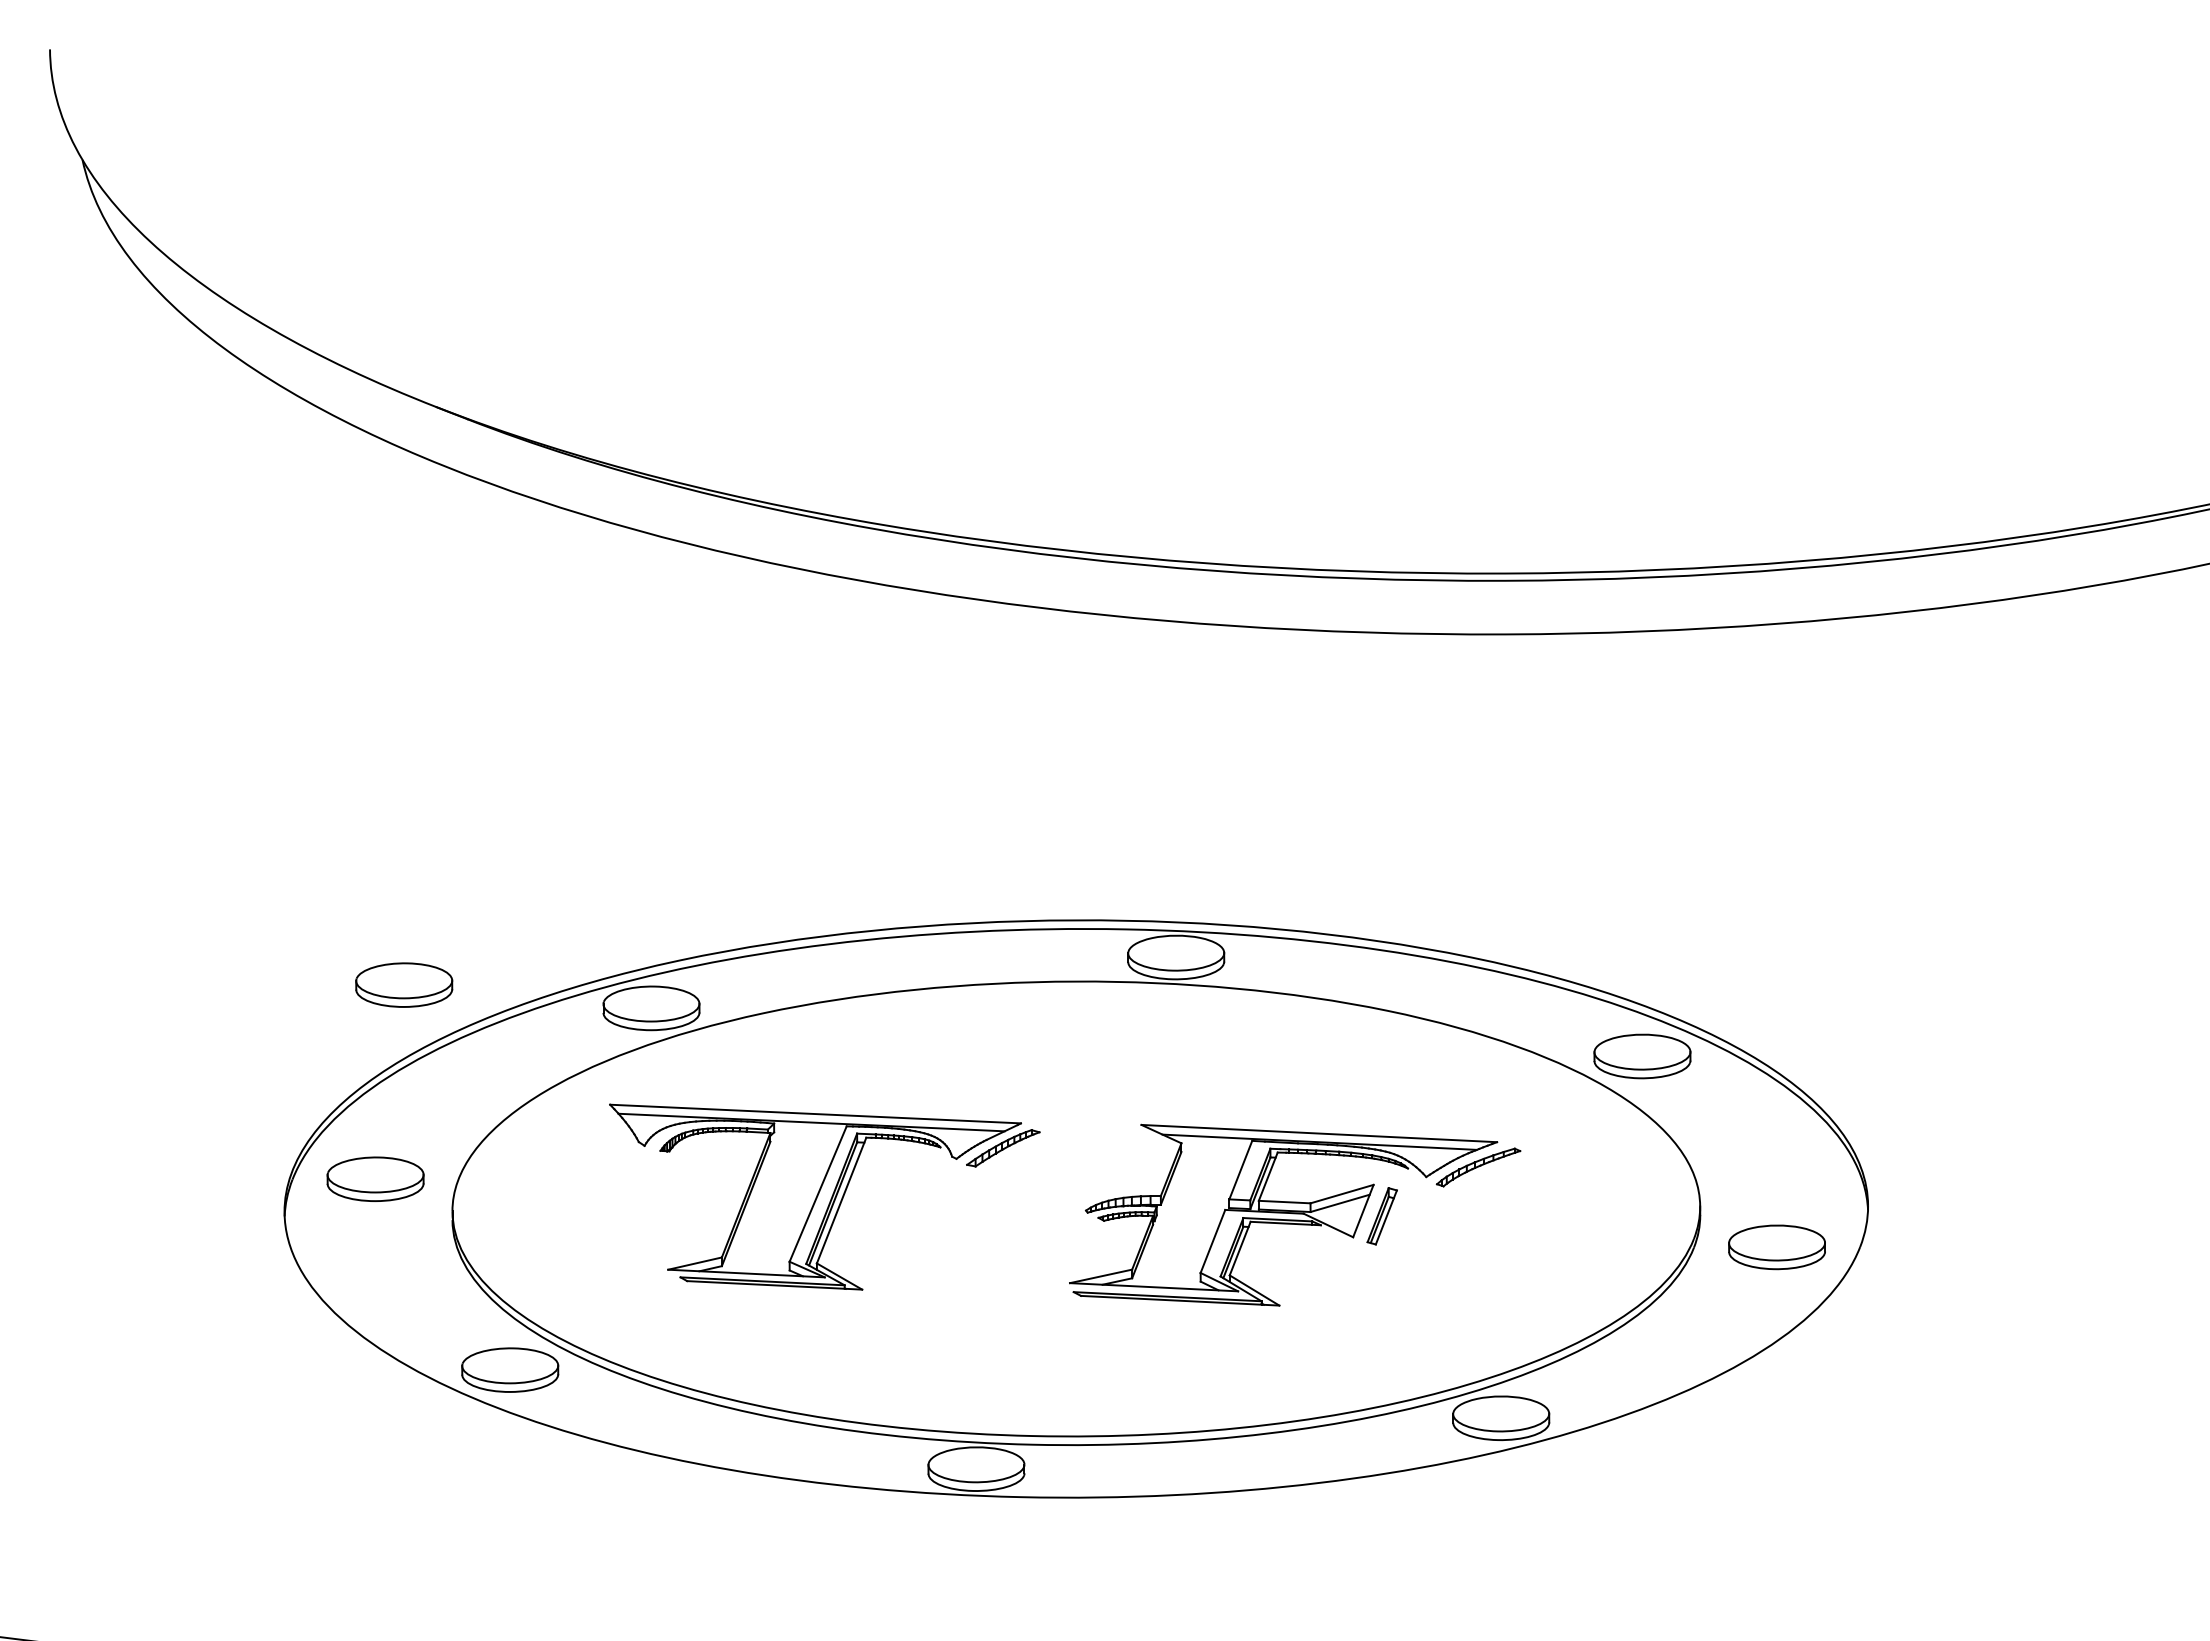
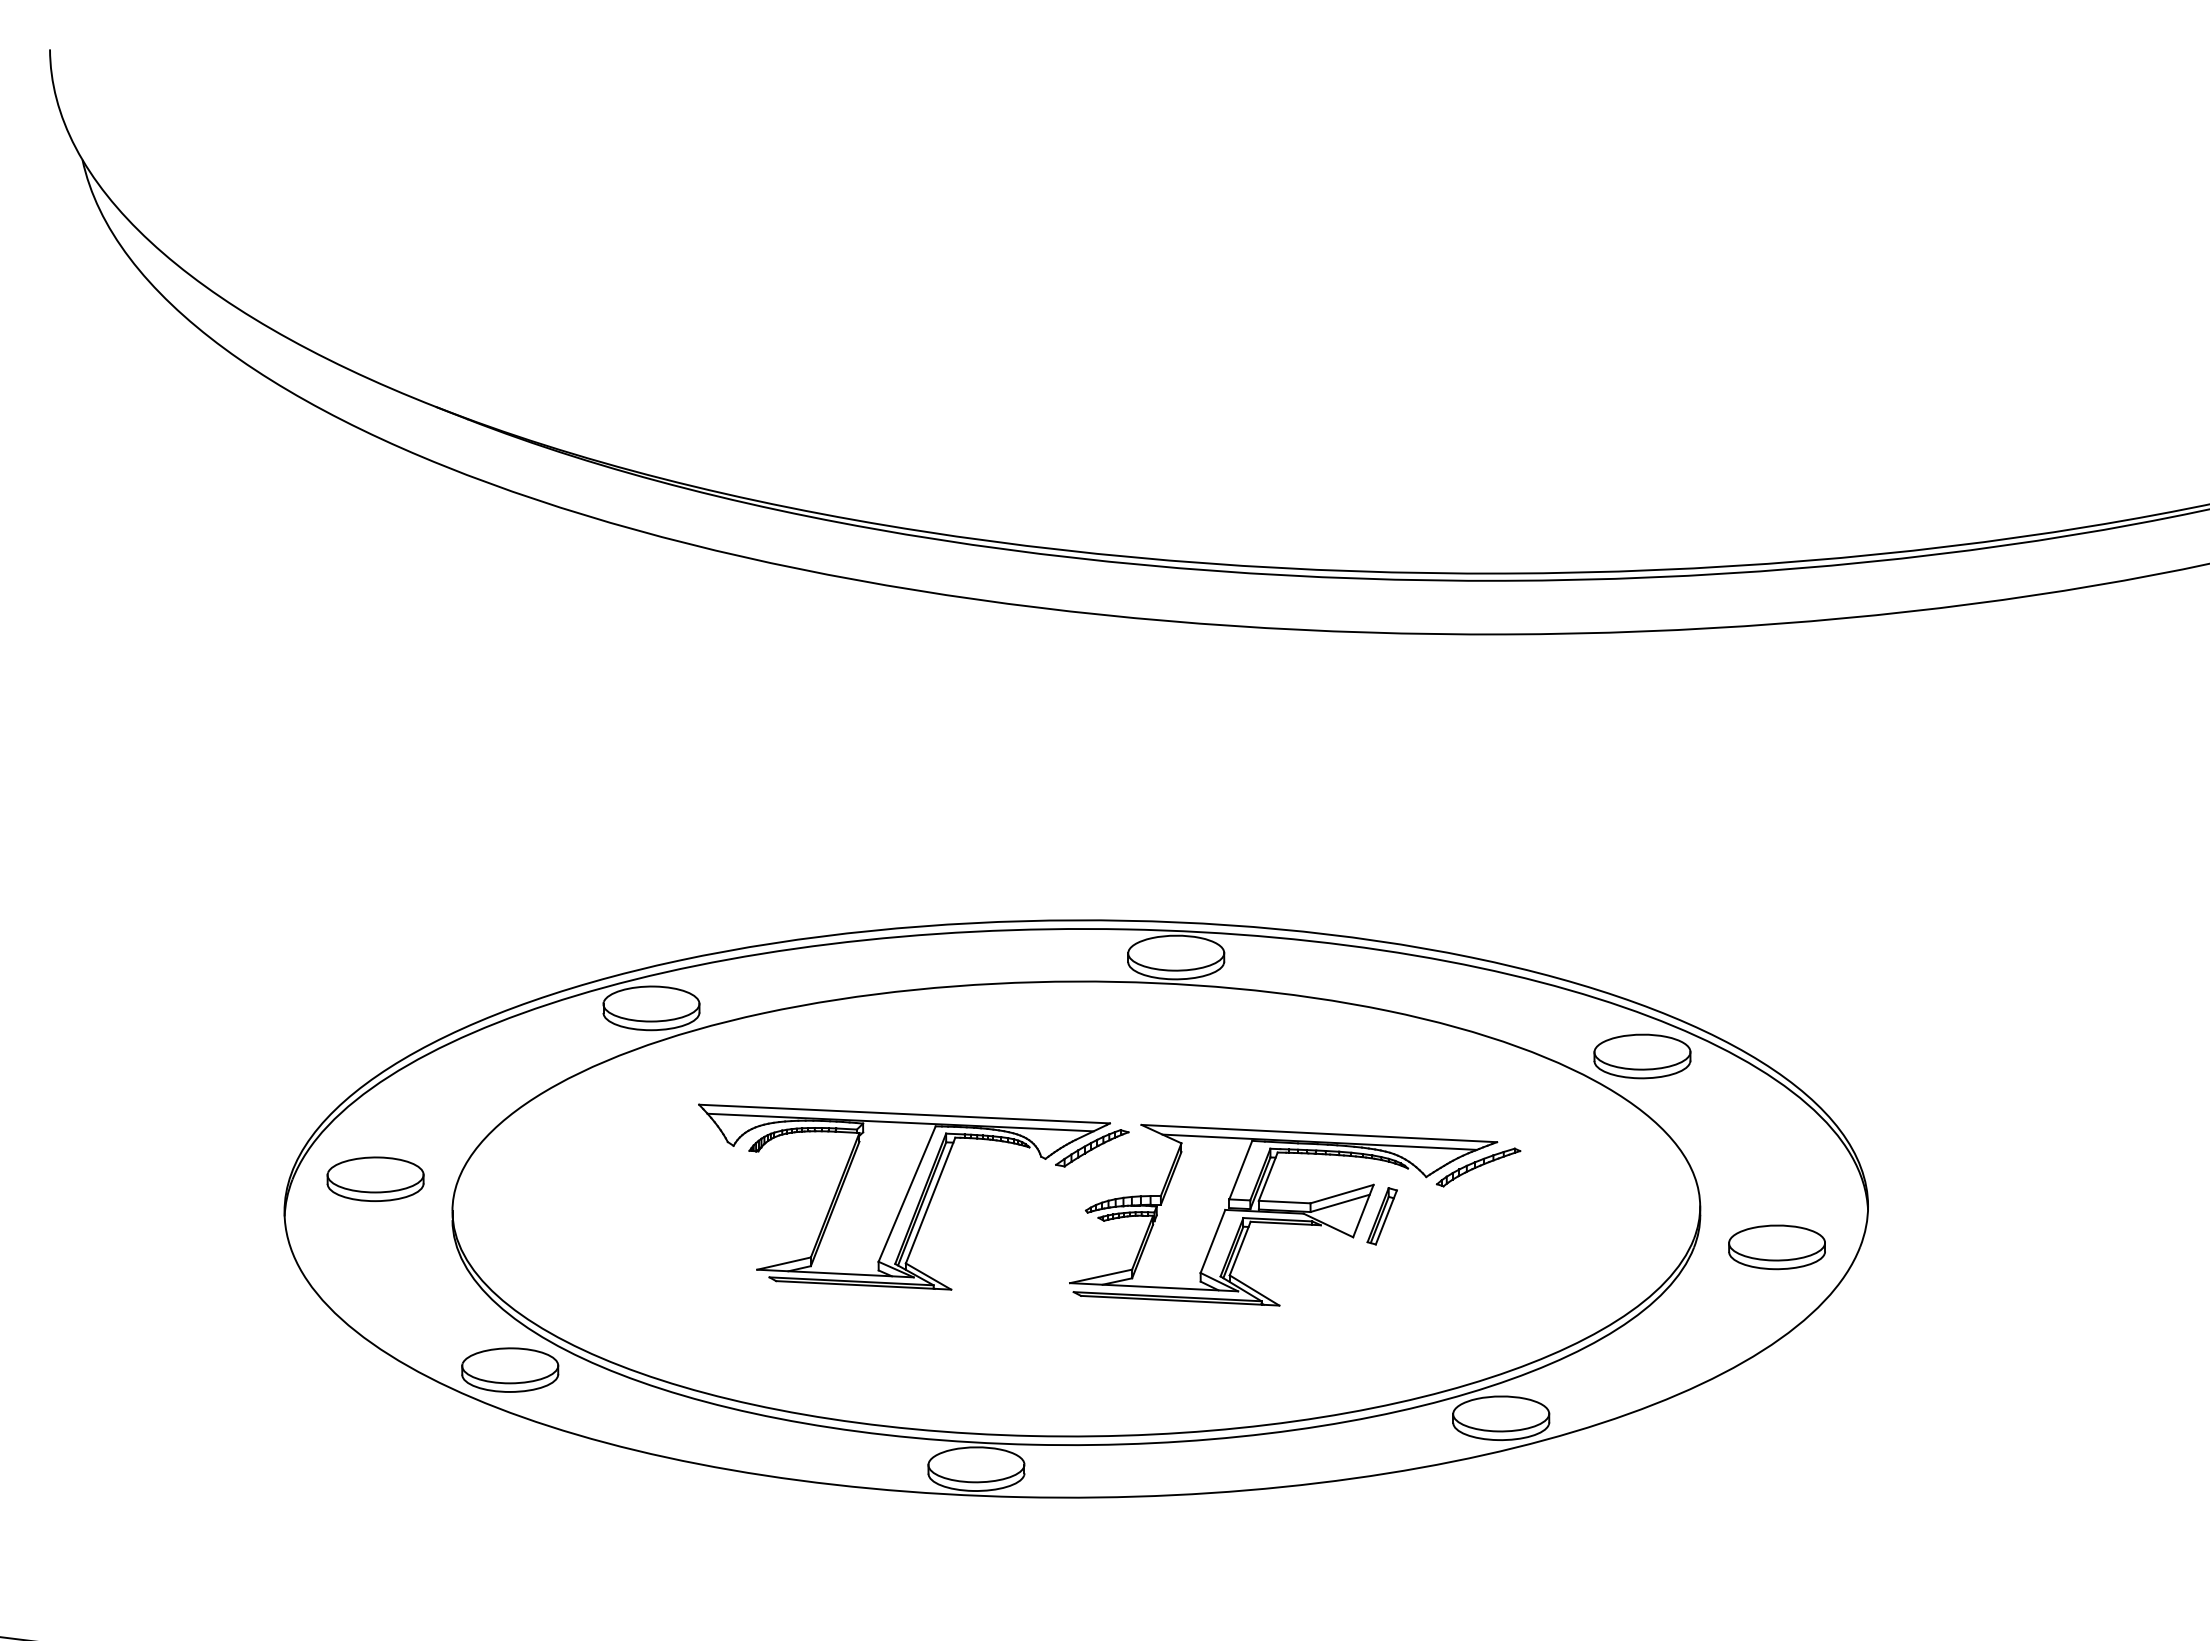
part at (404, 984): present -> none
part at (824, 1196) position: (824, 1196) -> (913, 1196)
